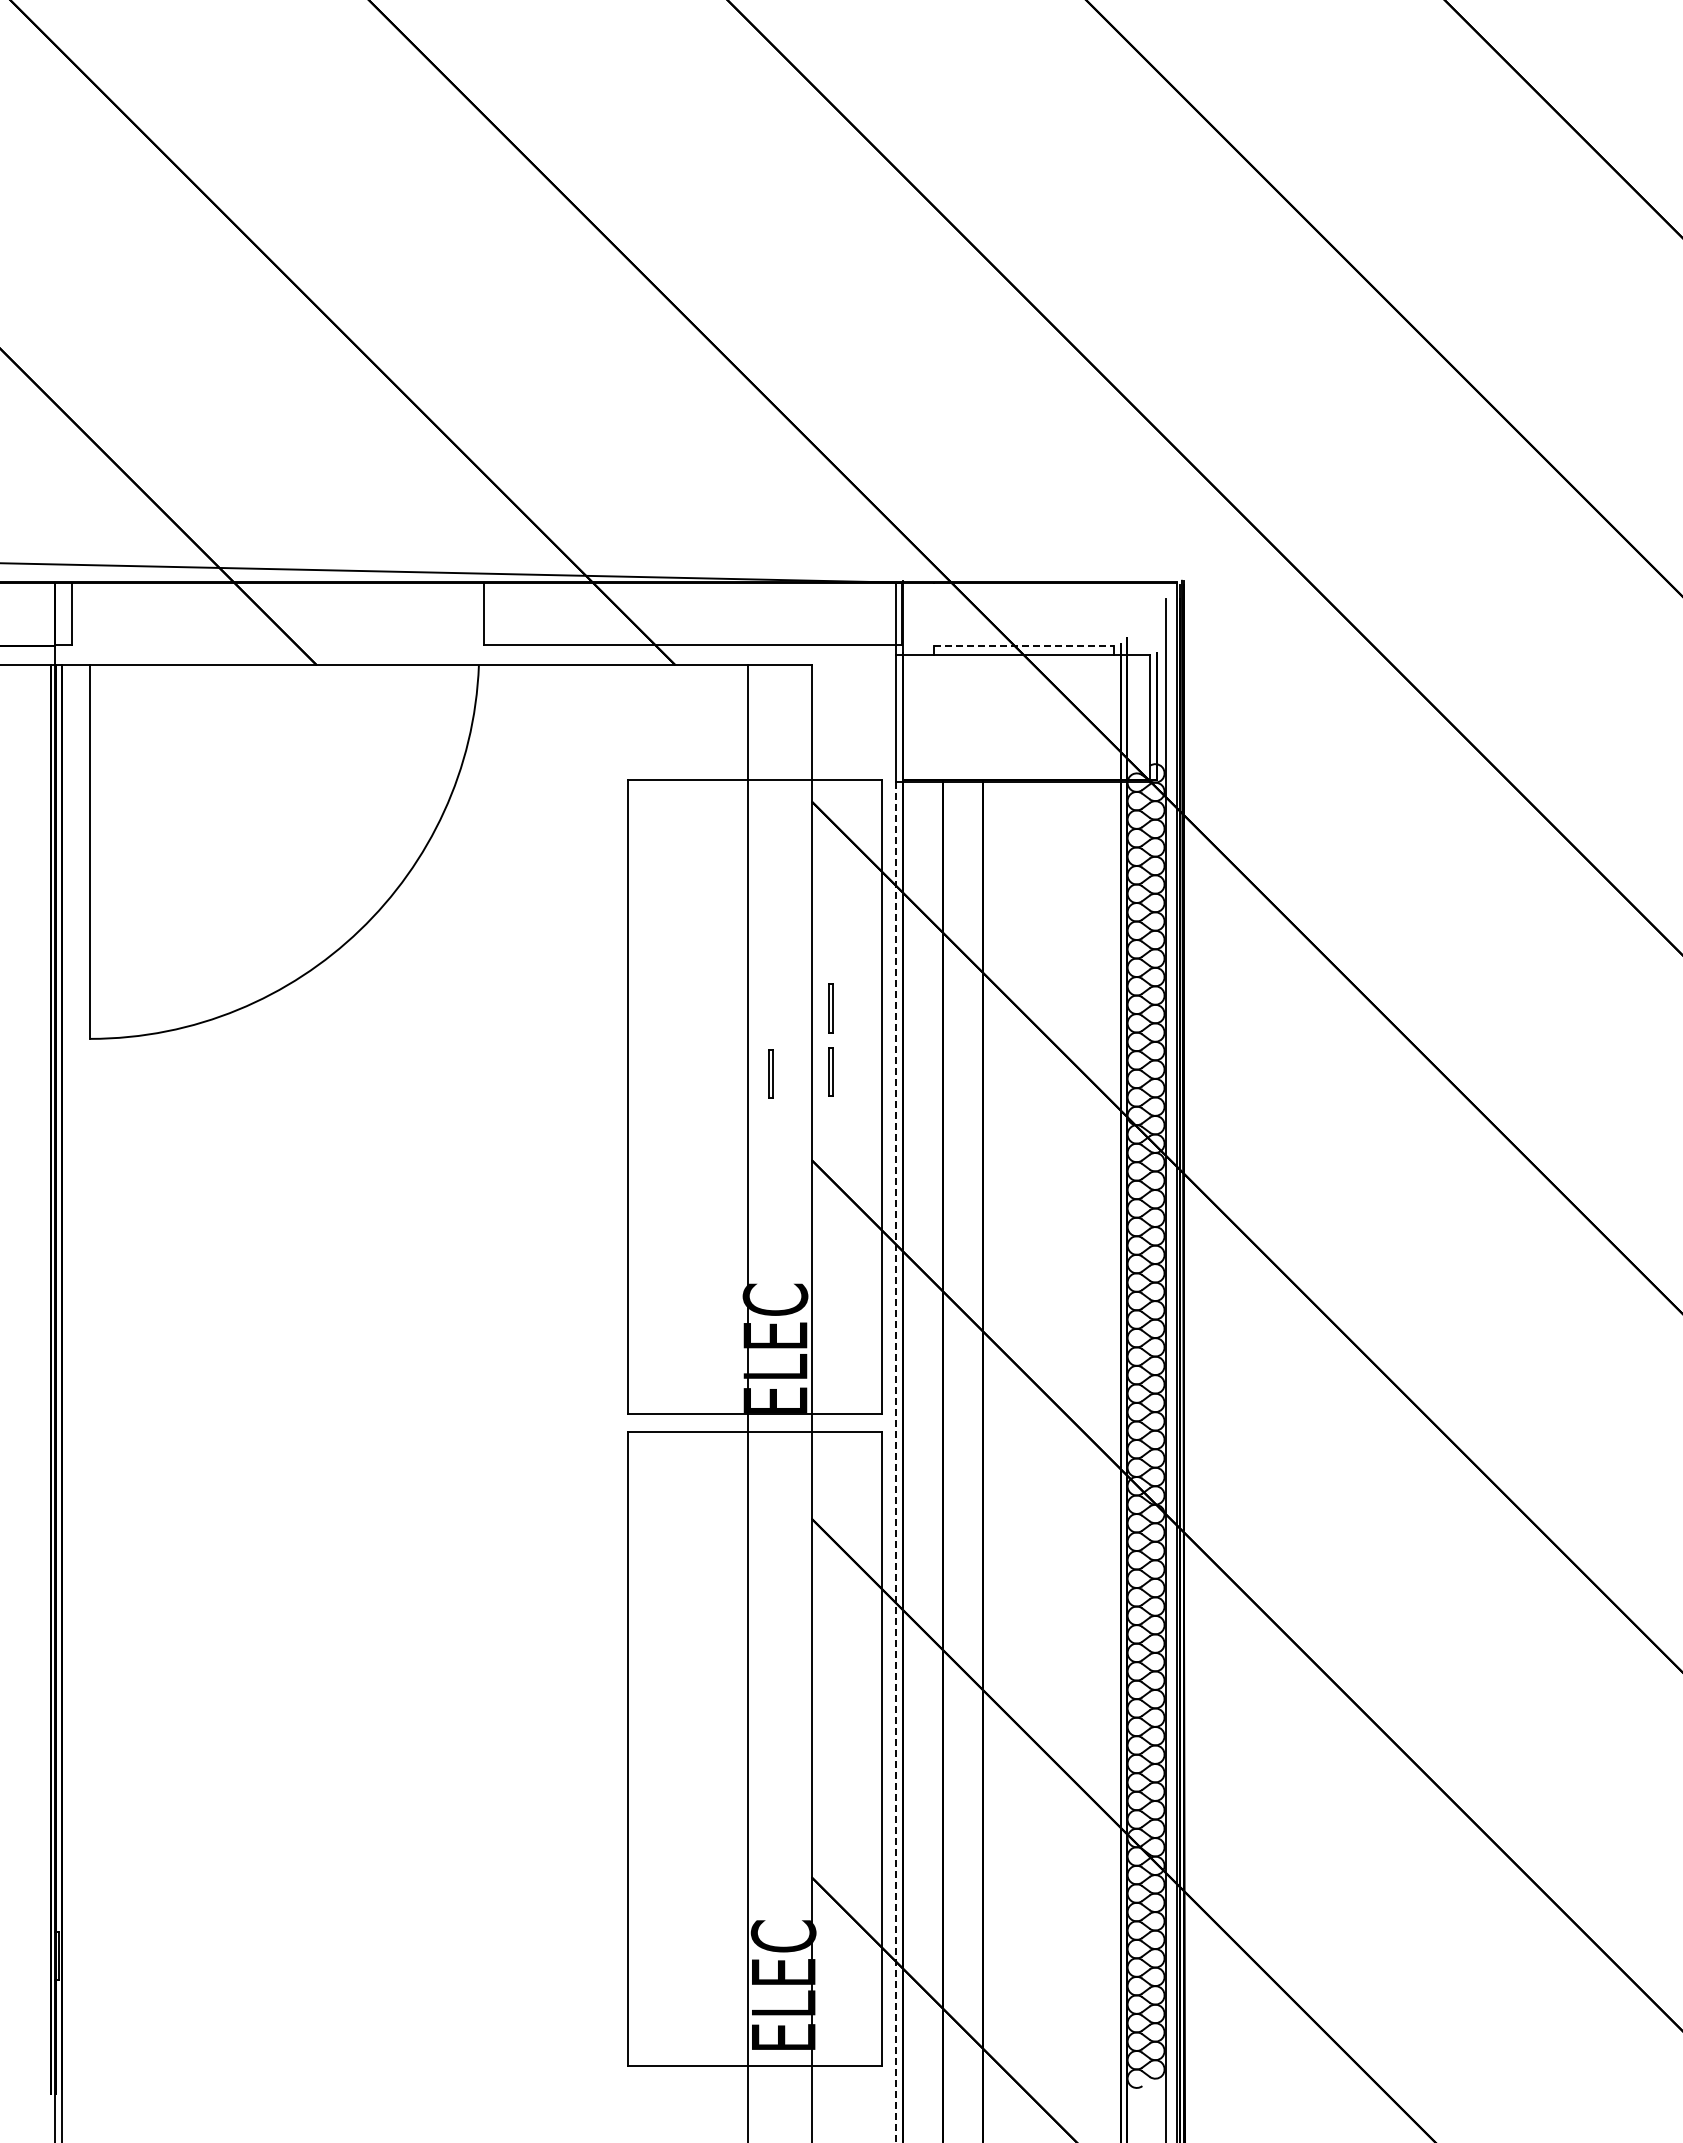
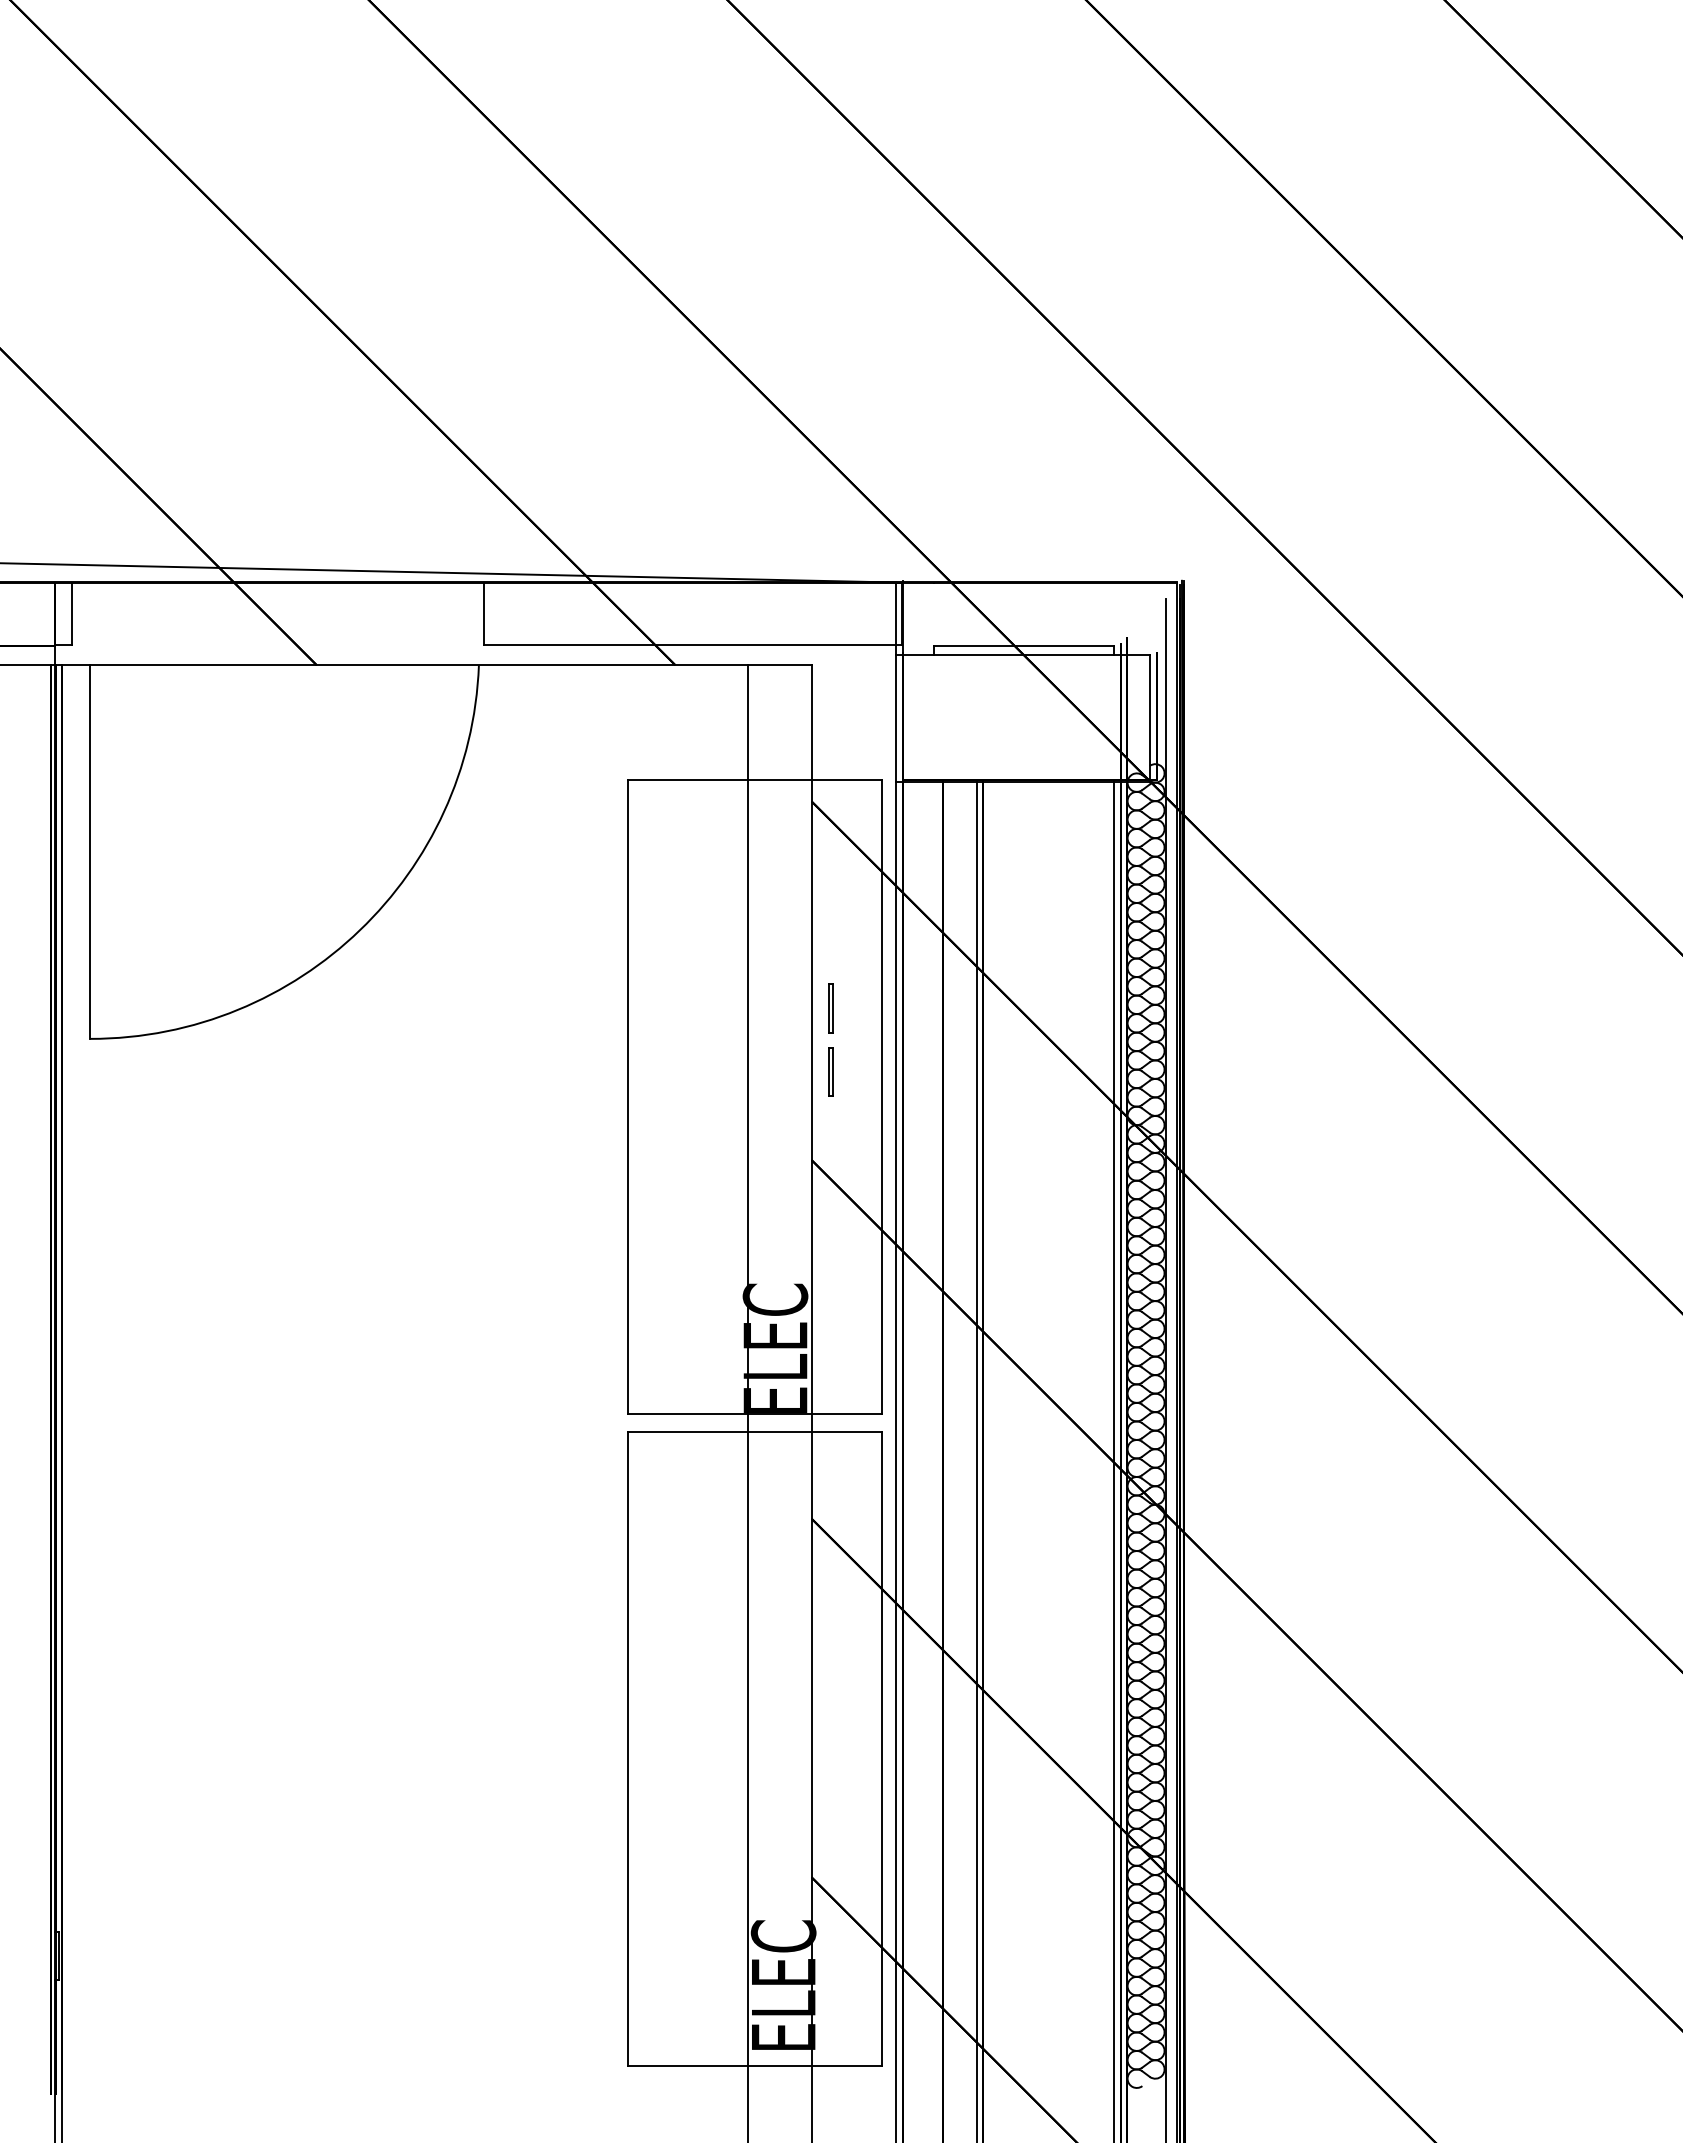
line at (1024, 645): dashed -> solid
part at (770, 1073): present -> none
line at (976, 1460): none -> present
line at (1114, 1460): none -> present
line at (896, 1462): dashed -> solid
